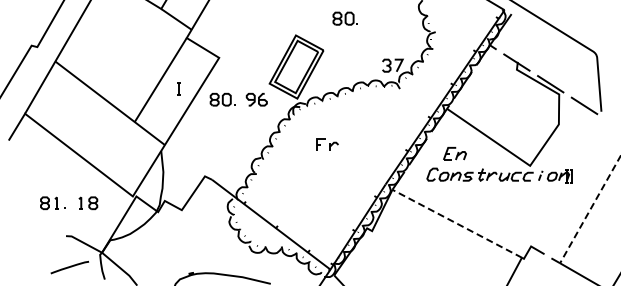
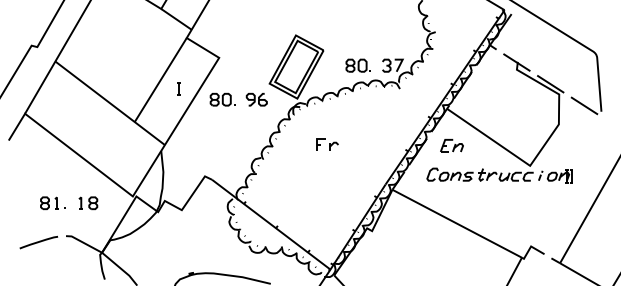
part at (344, 18) position: (344, 18) -> (357, 65)
part at (454, 153) position: (454, 153) -> (451, 145)
line at (590, 210): dashed -> solid
line at (456, 223): dashed -> solid
line at (69, 267) position: (69, 267) -> (38, 242)
